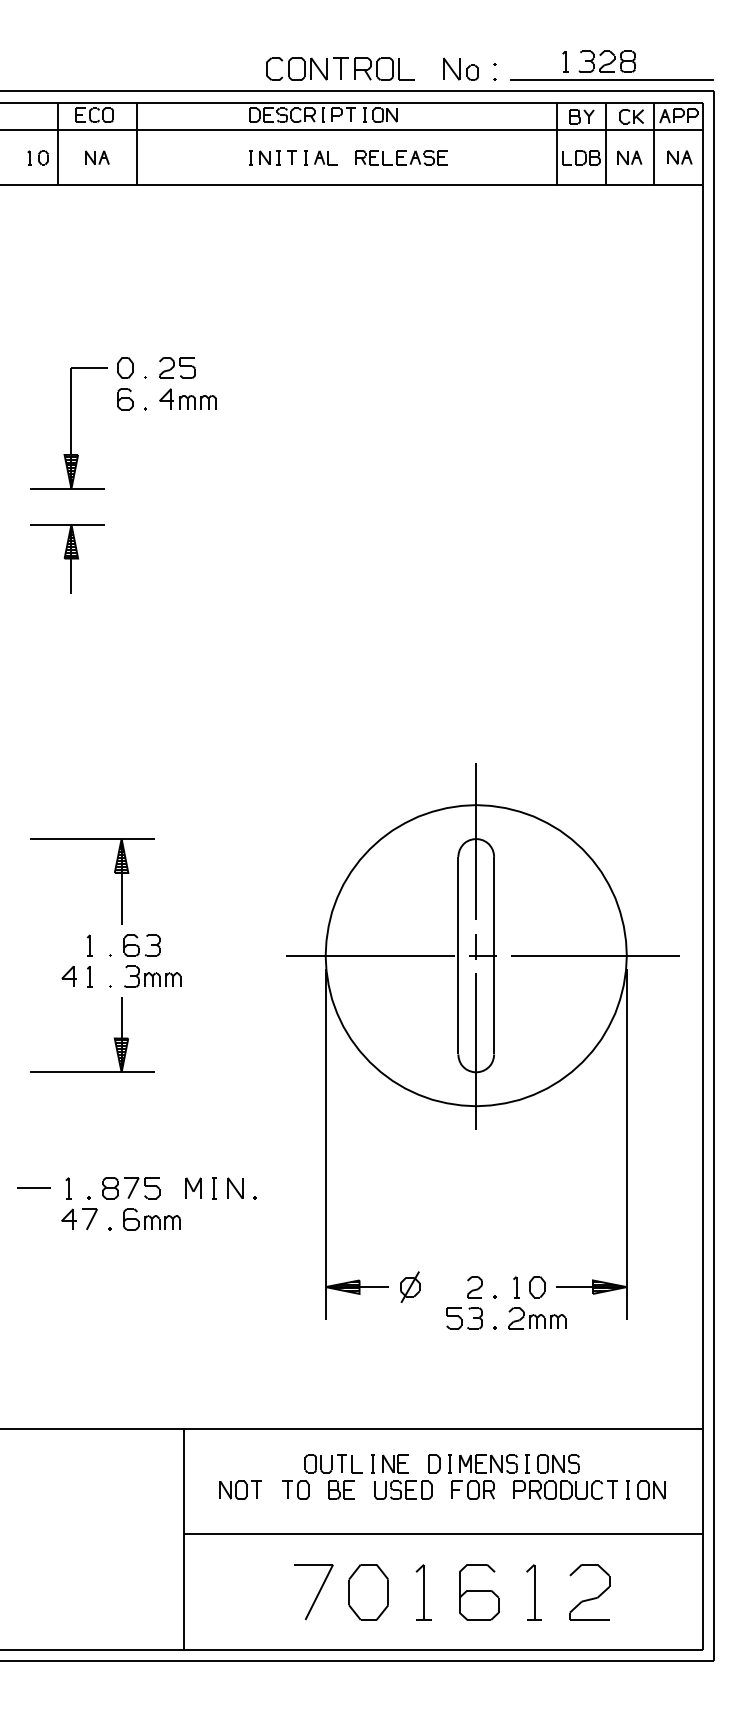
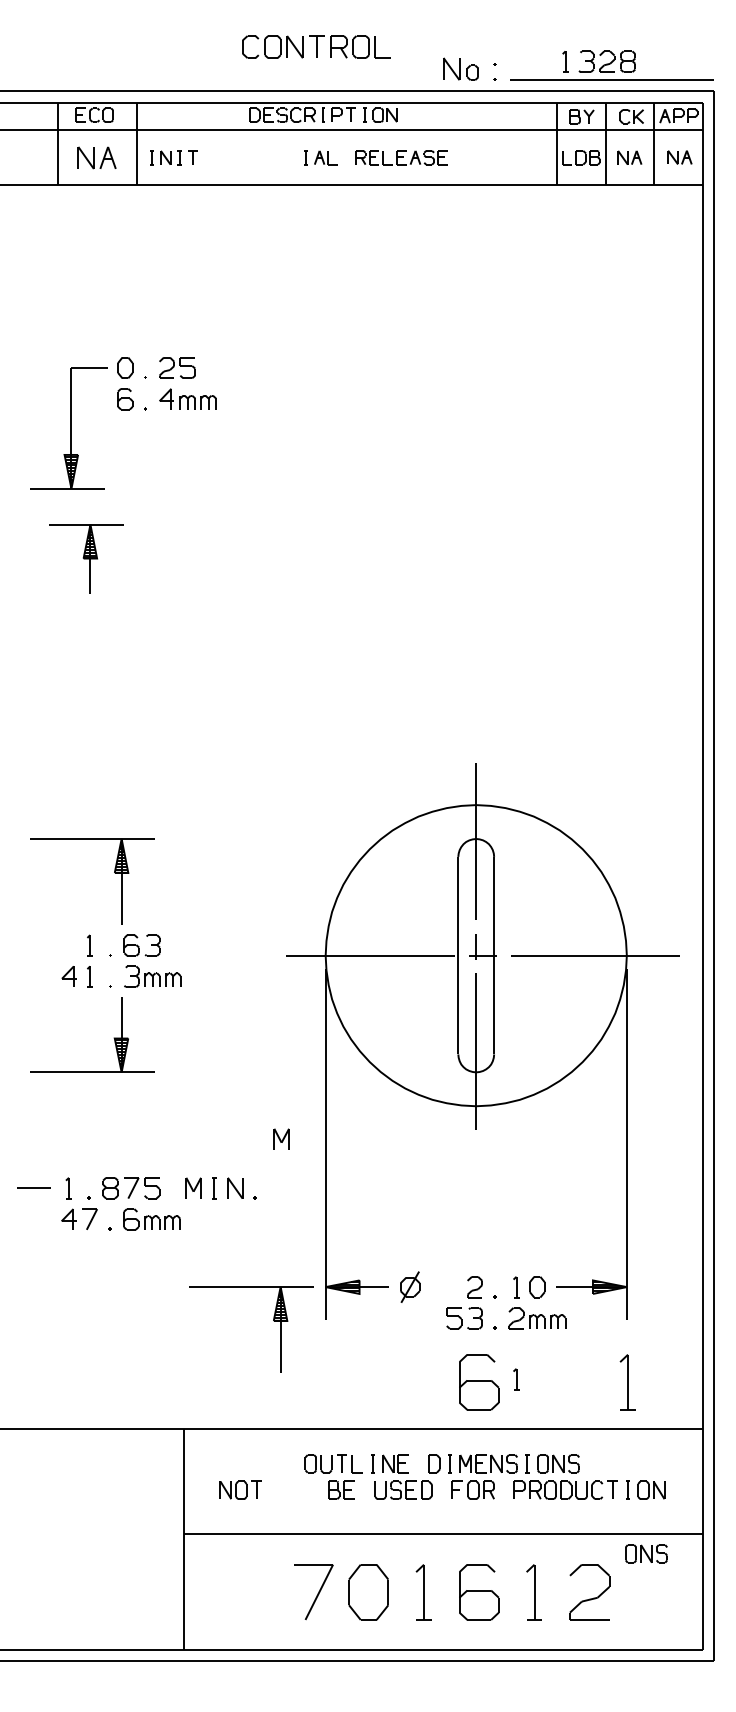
part at (340, 68) position: (340, 68) -> (316, 46)
part at (37, 157): present -> none
part at (97, 157) size: 25x15 px -> 40x24 px
part at (272, 157) position: (272, 157) -> (173, 157)
part at (67, 558) position: (67, 558) -> (86, 558)
part at (281, 1138): none -> present
part at (273, 1321): none -> present
part at (516, 1379): none -> present
part at (479, 1382): none -> present
part at (627, 1382): none -> present
part at (295, 1489): present -> none
part at (646, 1553): none -> present
